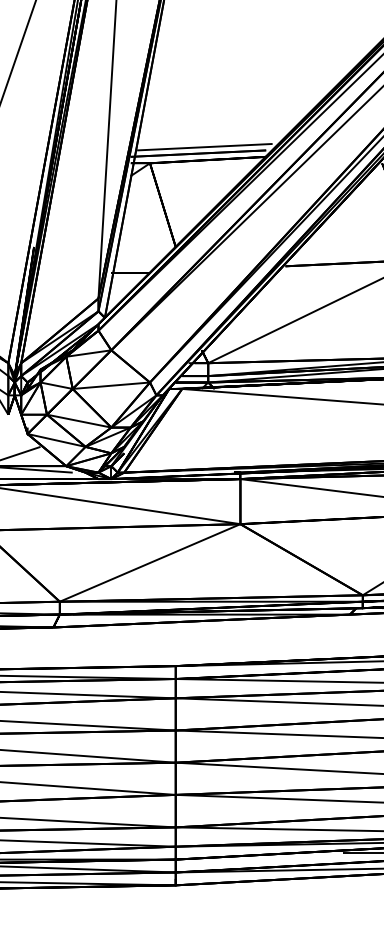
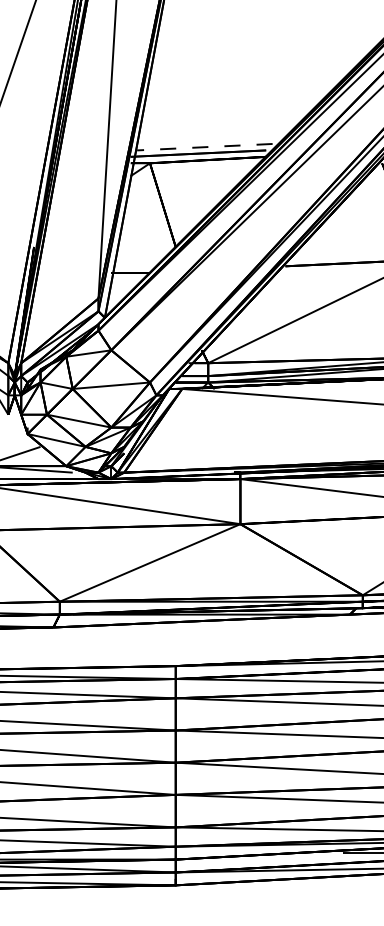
line at (204, 147): solid -> dashed
